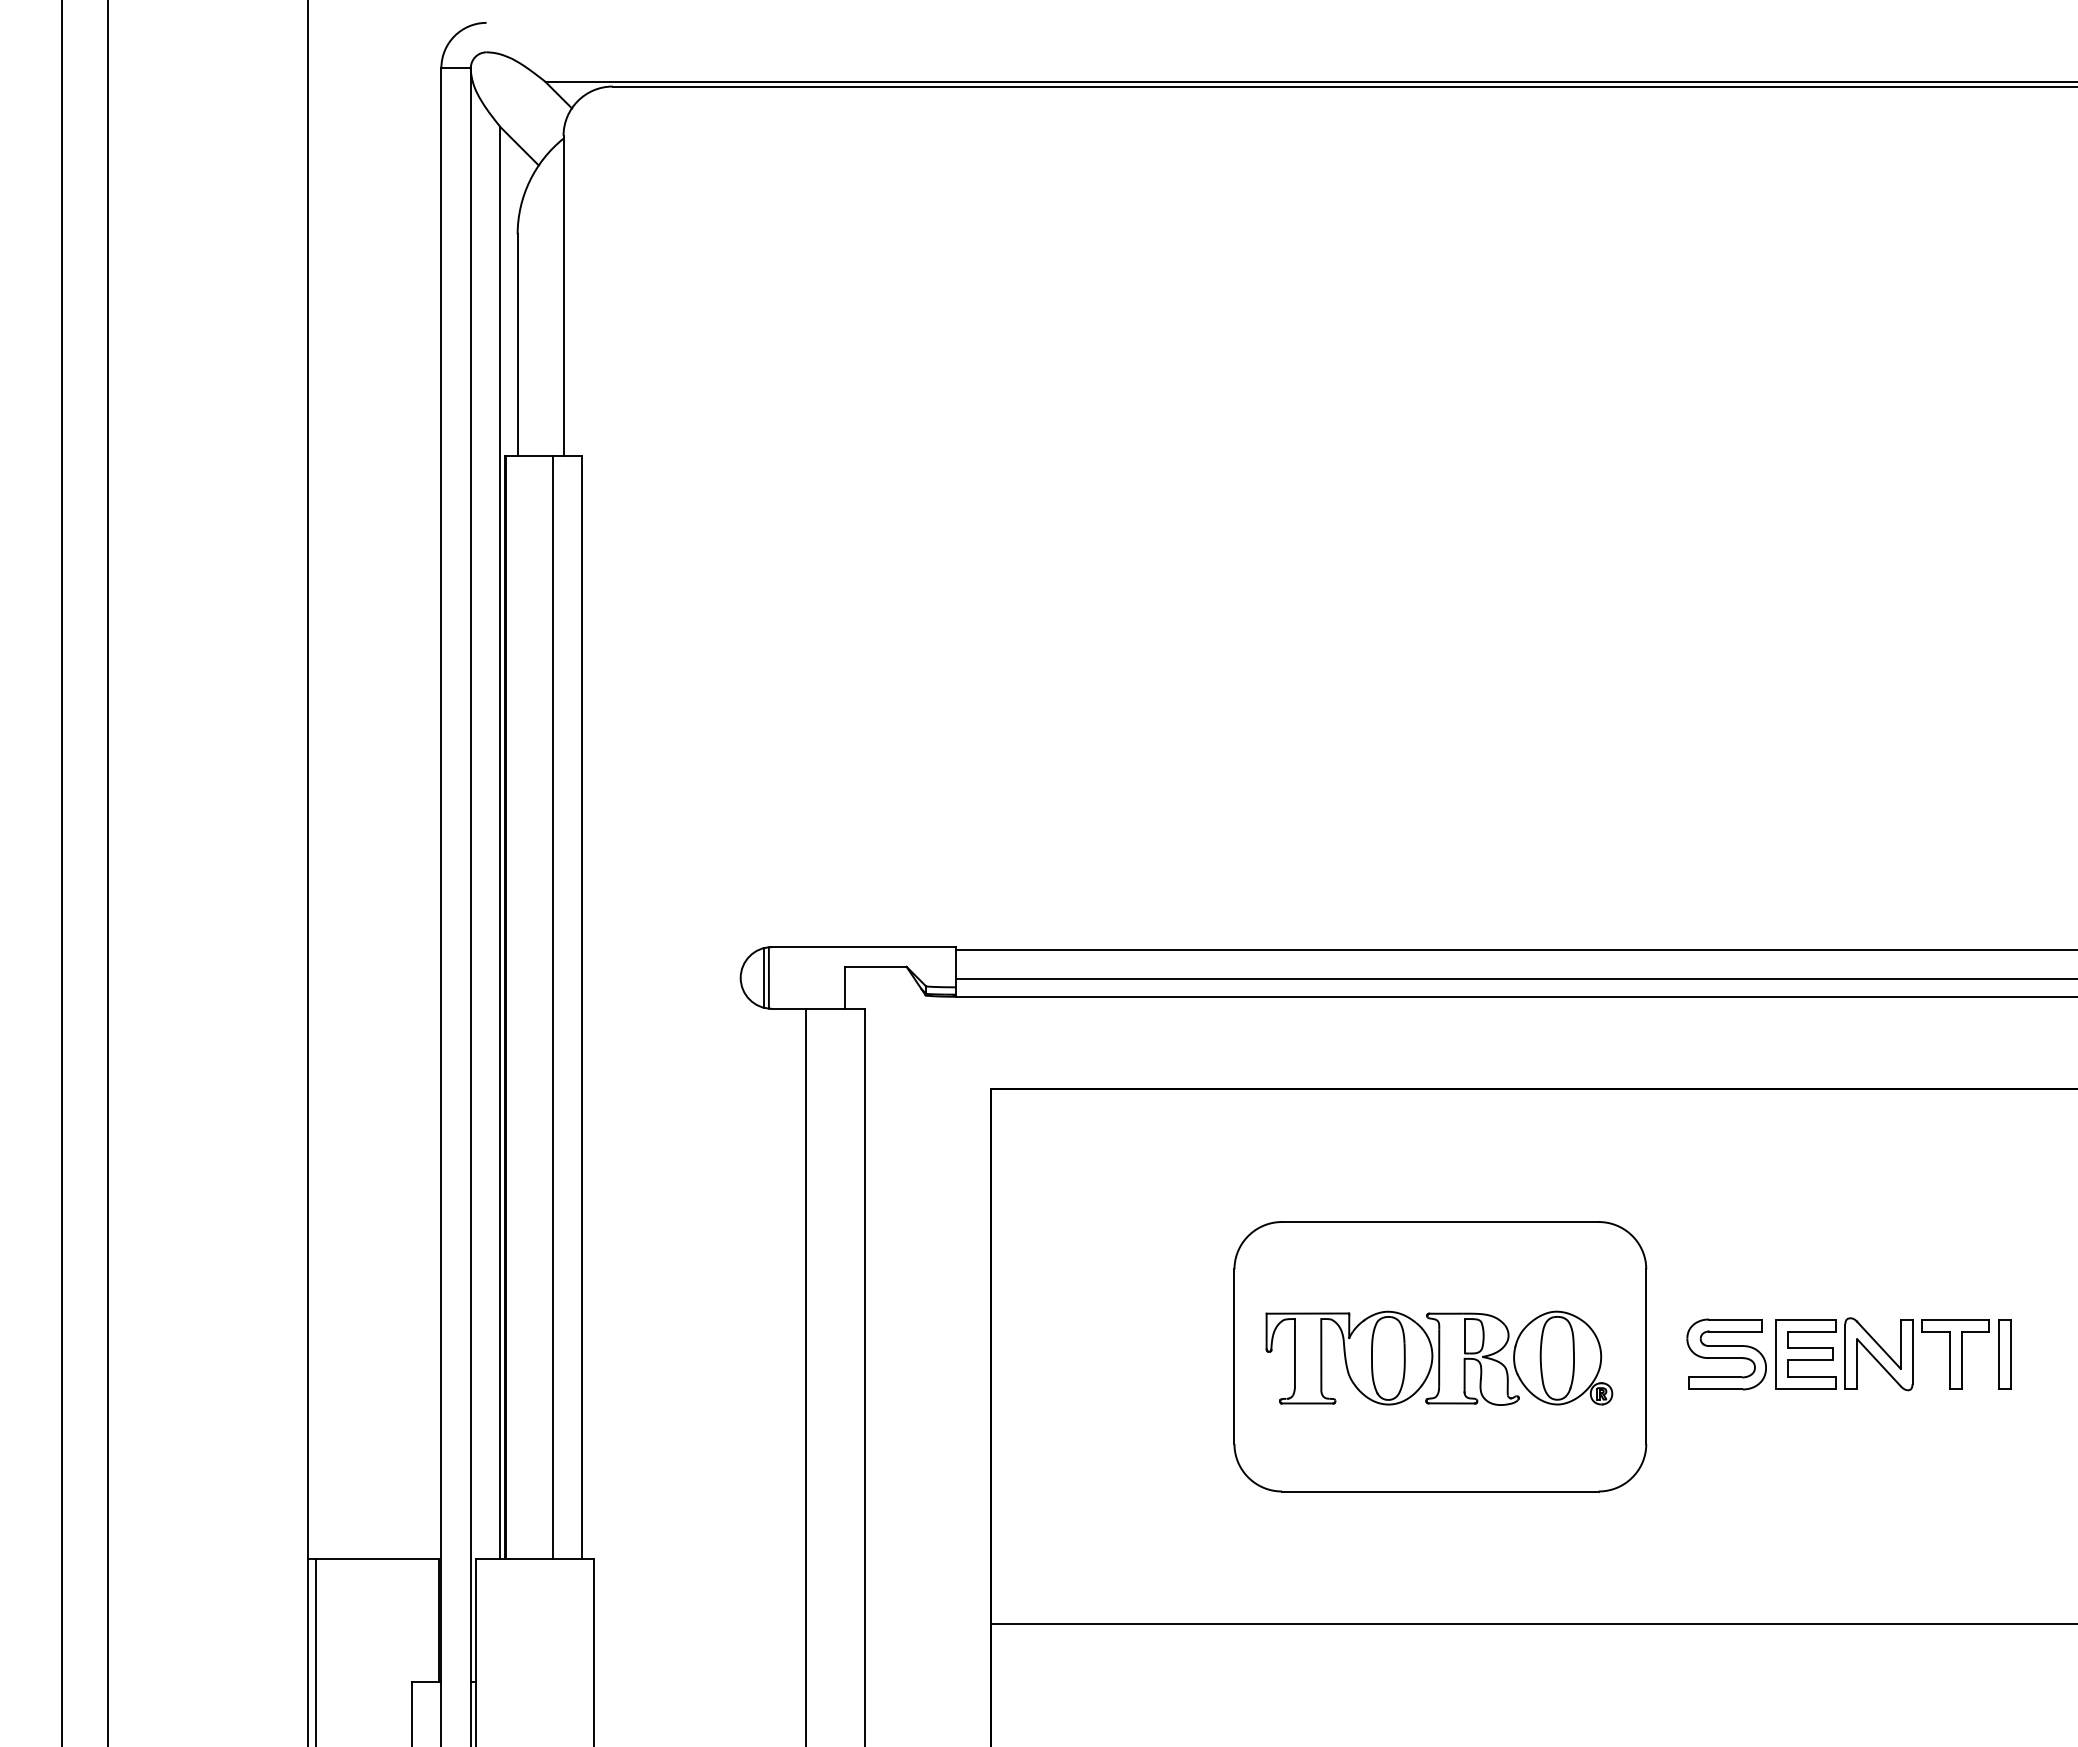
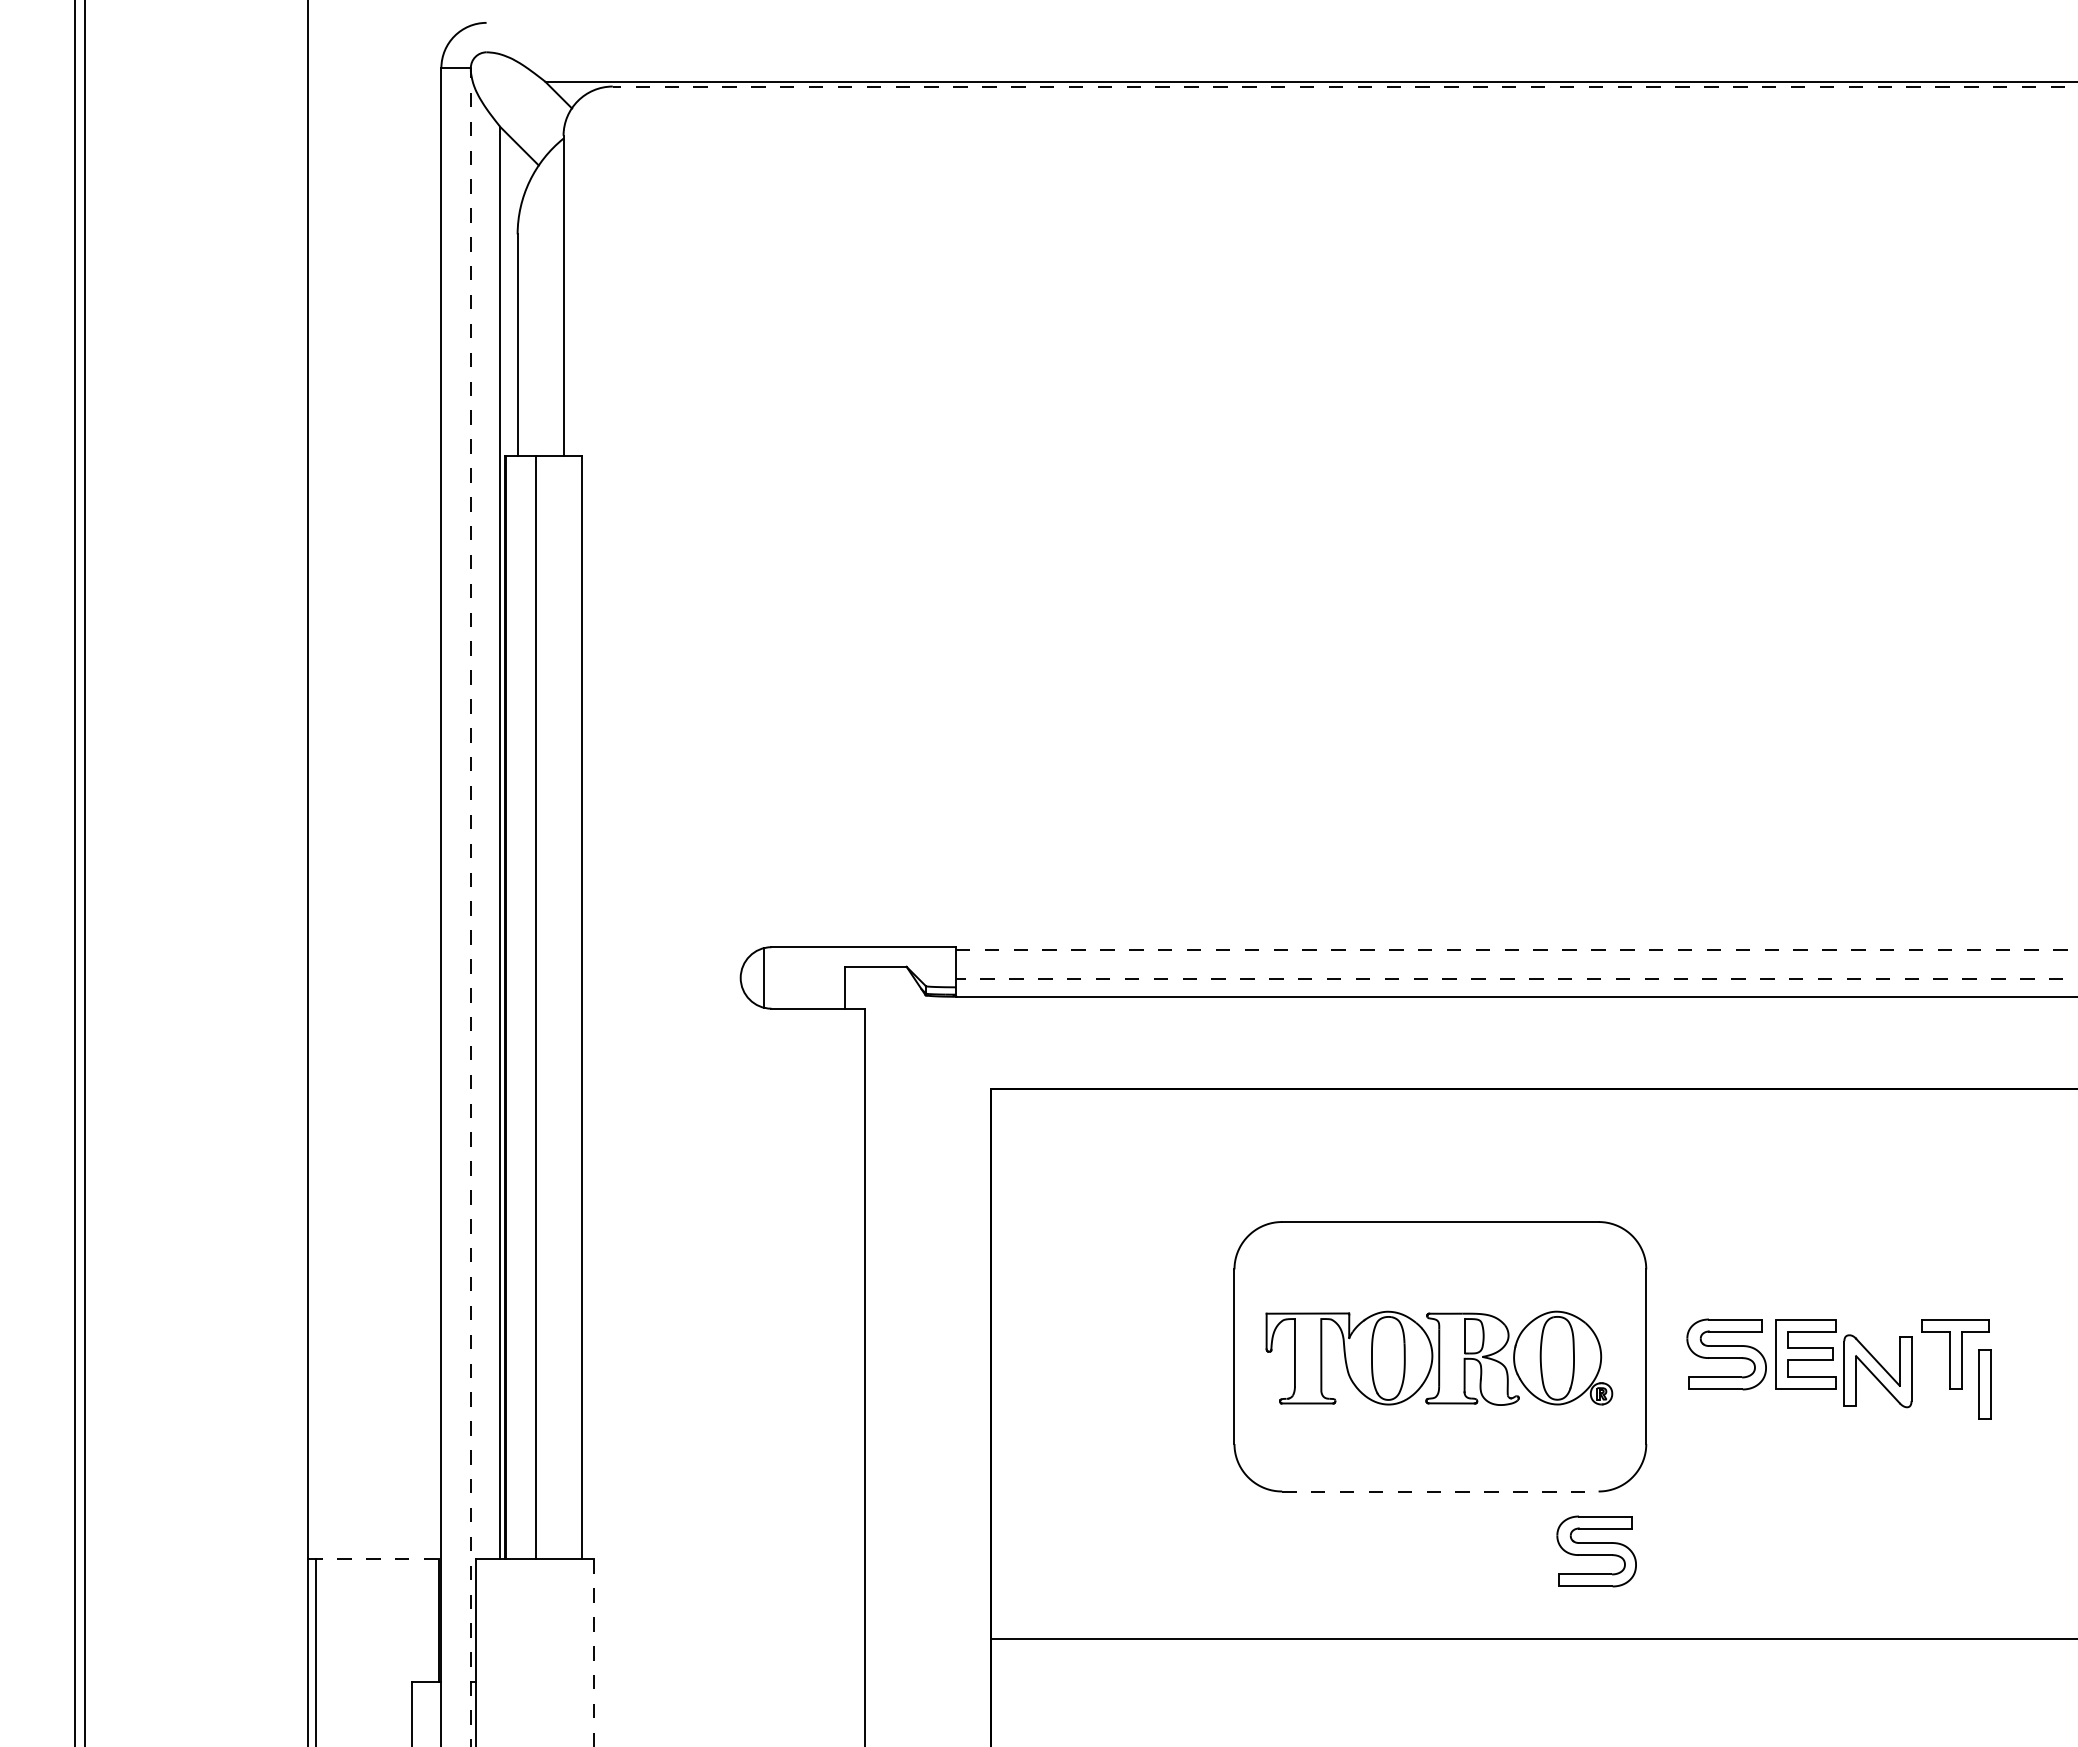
line at (1344, 86): solid -> dashed
line at (62, 872) position: (62, 872) -> (75, 872)
line at (107, 872) position: (107, 872) -> (84, 872)
line at (470, 906): solid -> dashed
line at (1516, 949): solid -> dashed
line at (768, 977): present -> none
line at (1516, 979): solid -> dashed
line at (553, 1007) position: (553, 1007) -> (536, 1007)
part at (1878, 1354) position: (1878, 1354) -> (1877, 1371)
part at (2004, 1354) position: (2004, 1354) -> (1984, 1384)
line at (806, 1375): present -> none
line at (1440, 1491): solid -> dashed
part at (1596, 1551): none -> present
line at (376, 1559): solid -> dashed
line at (1532, 1623) position: (1532, 1623) -> (1532, 1638)
line at (594, 1653): solid -> dashed
